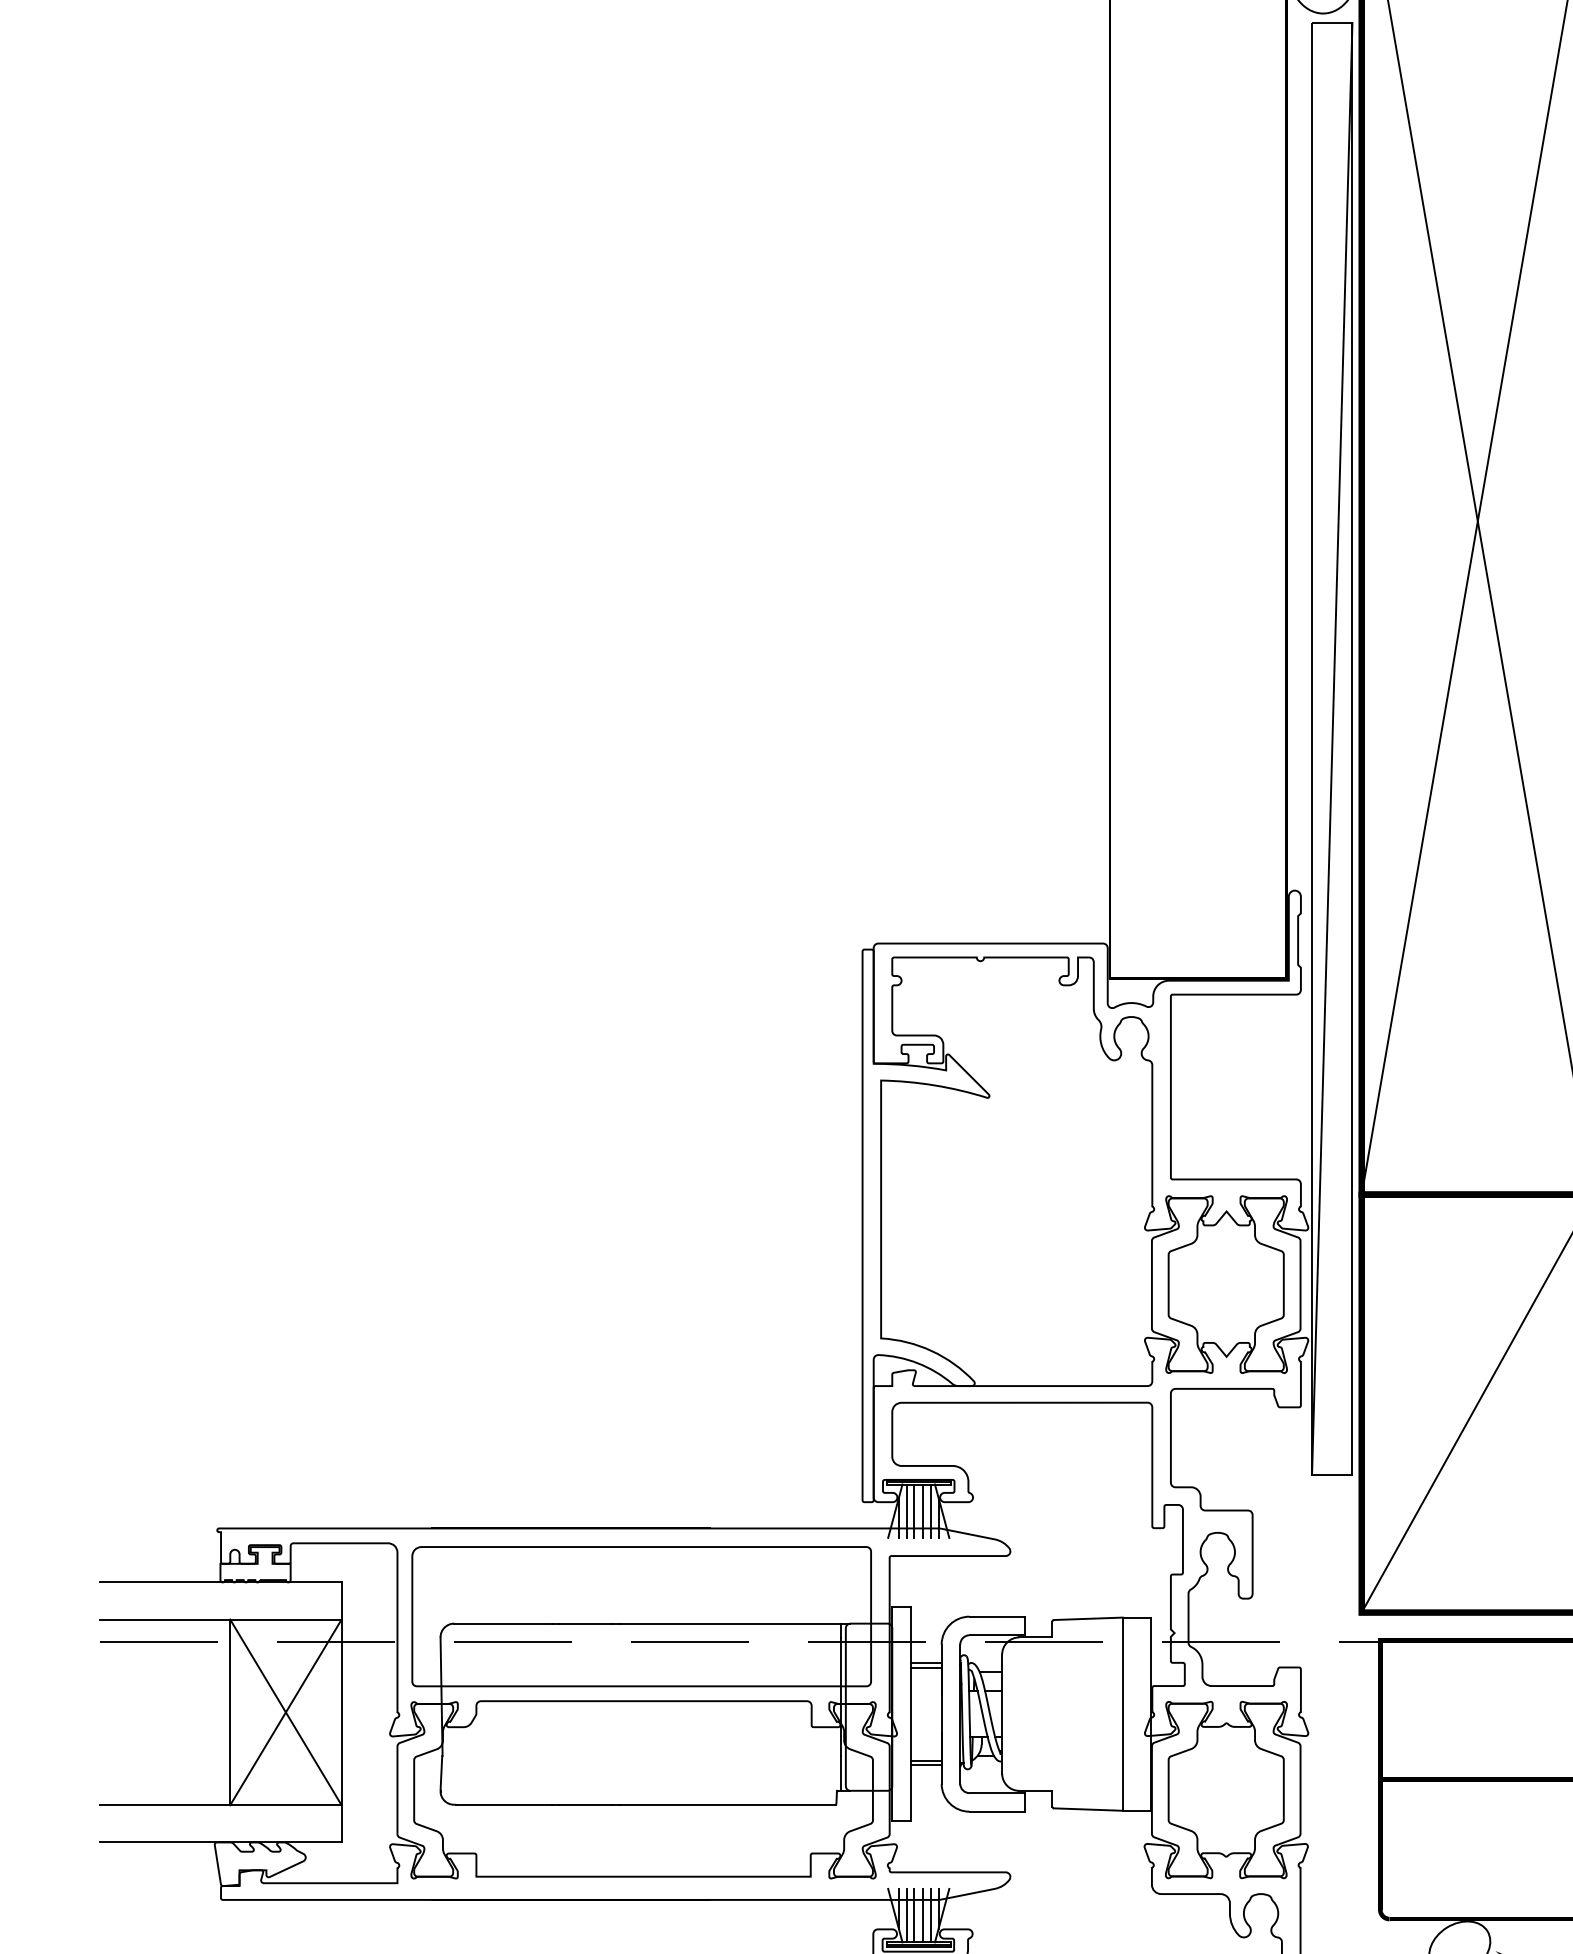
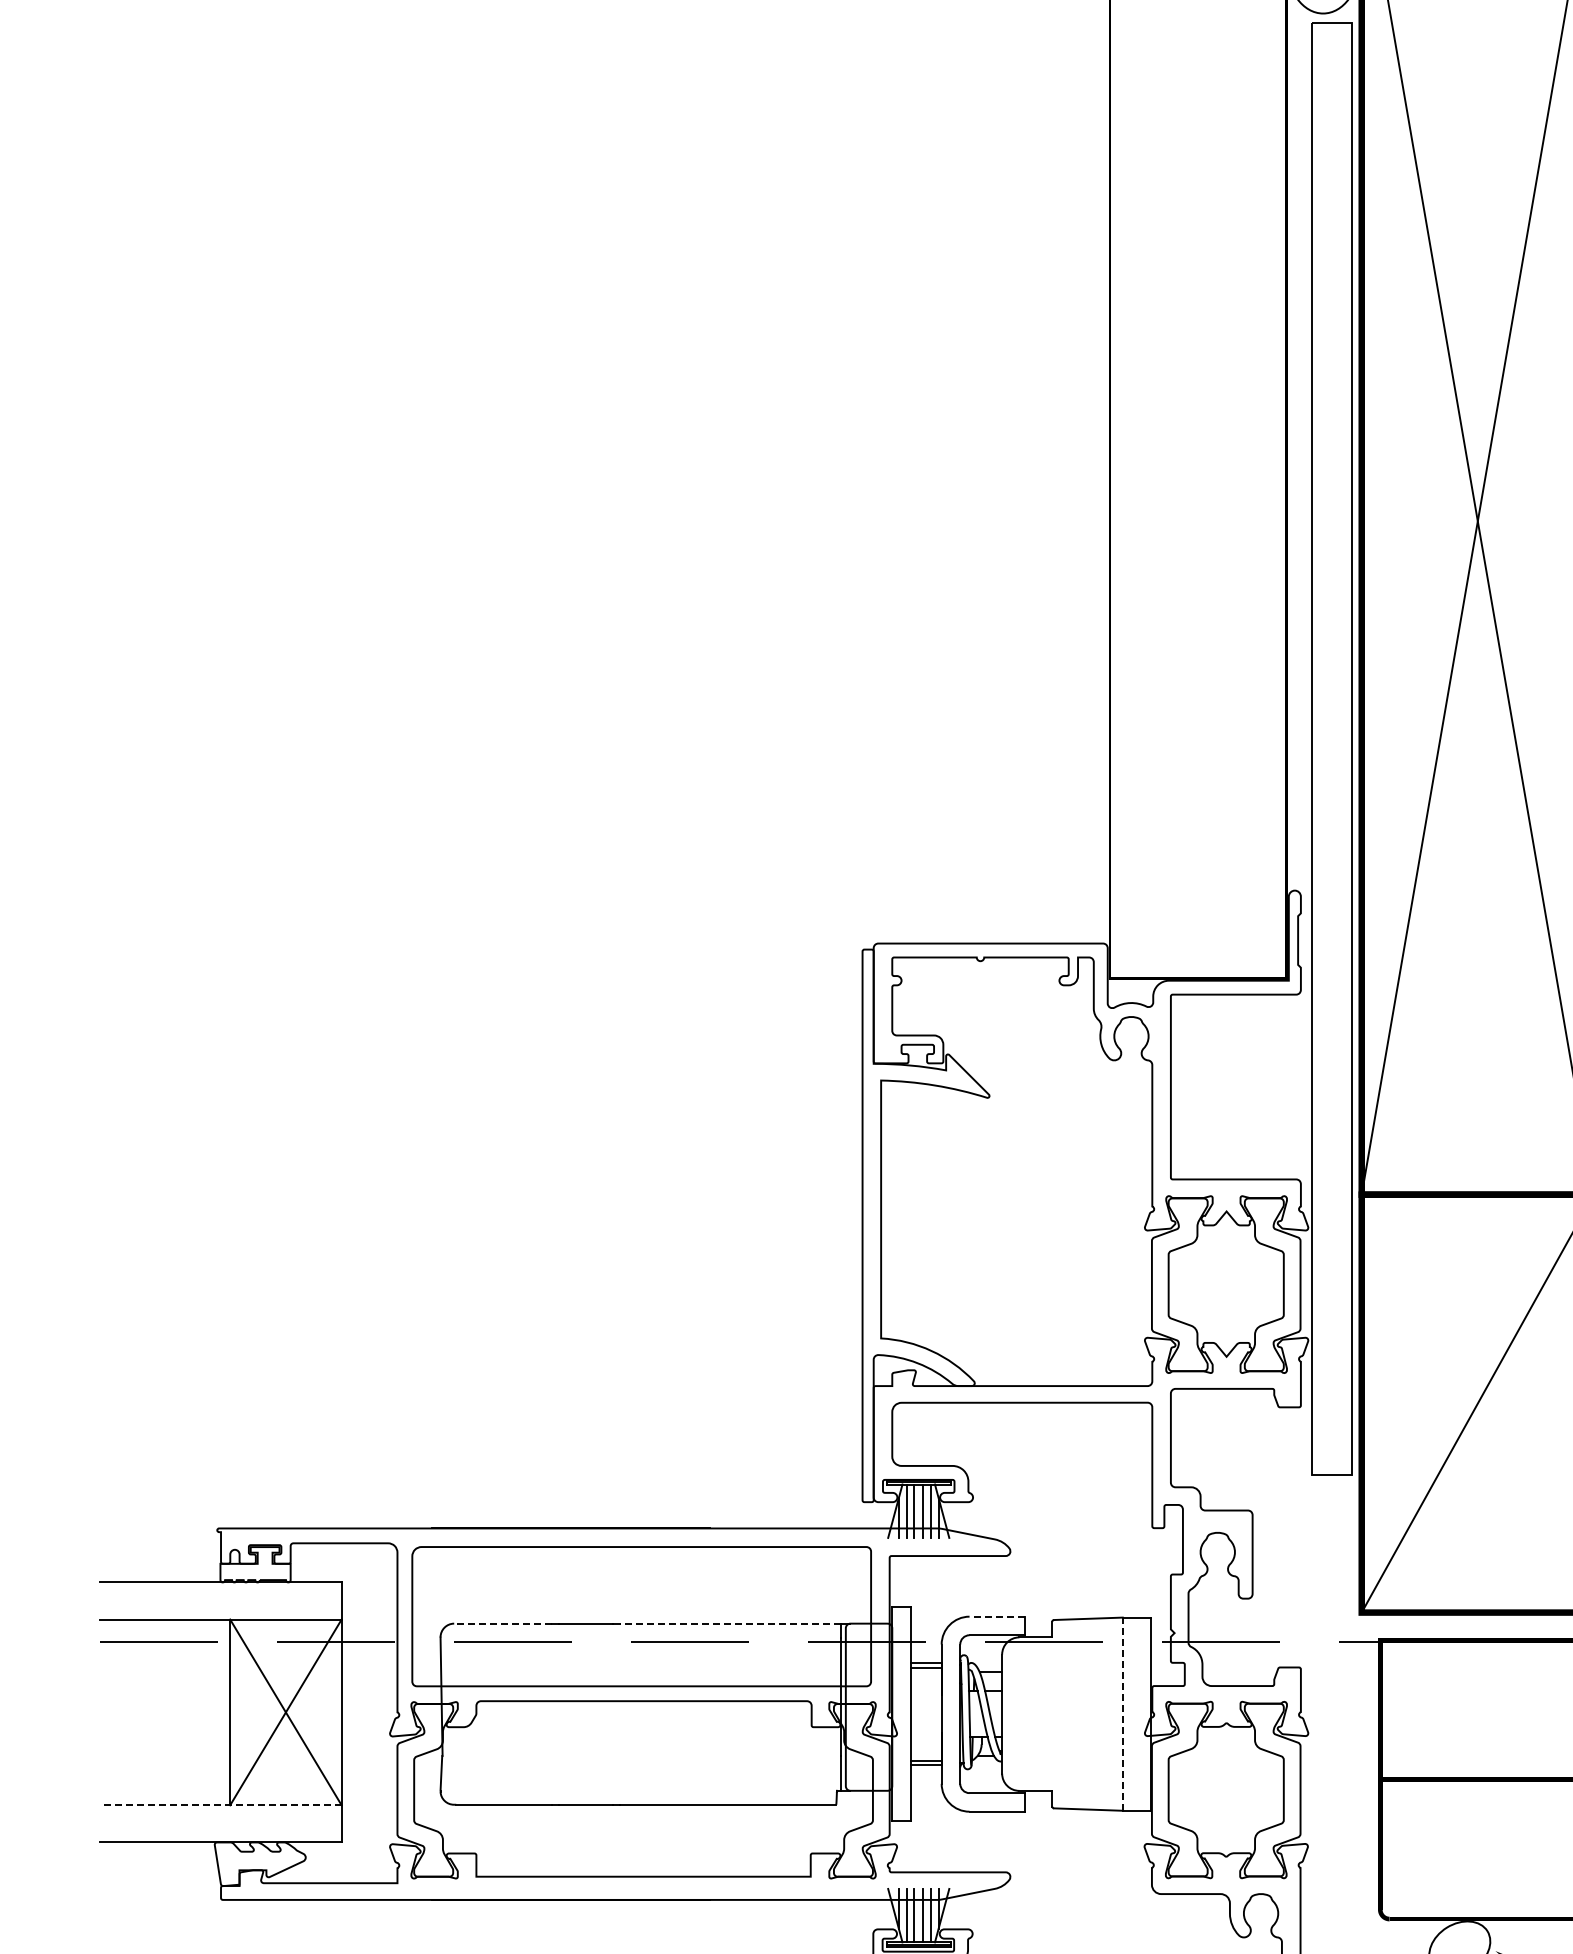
line at (1332, 748): present -> none
line at (997, 1616): solid -> dashed
line at (502, 1623): solid -> dashed
line at (730, 1623): solid -> dashed
line at (1122, 1714): solid -> dashed
line at (220, 1805): solid -> dashed
